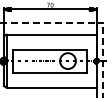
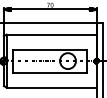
line at (48, 22): dashed -> solid
line at (103, 59): dashed -> solid
